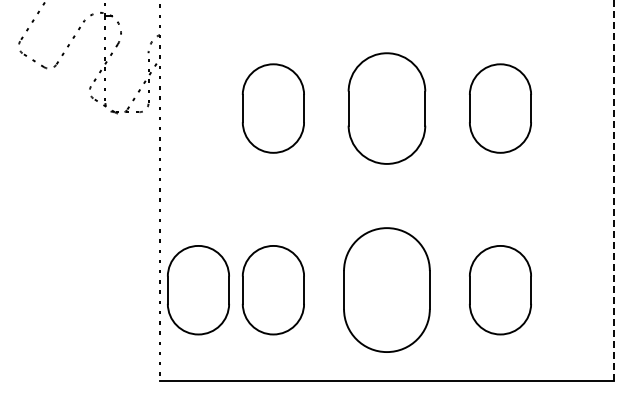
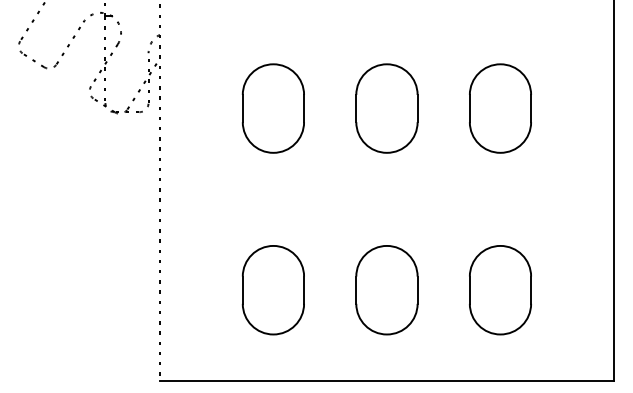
part at (386, 108) size: 80x113 px -> 64x91 px
line at (614, 190): dashed -> solid
part at (386, 289) size: 88x126 px -> 64x91 px
part at (198, 290): present -> none
